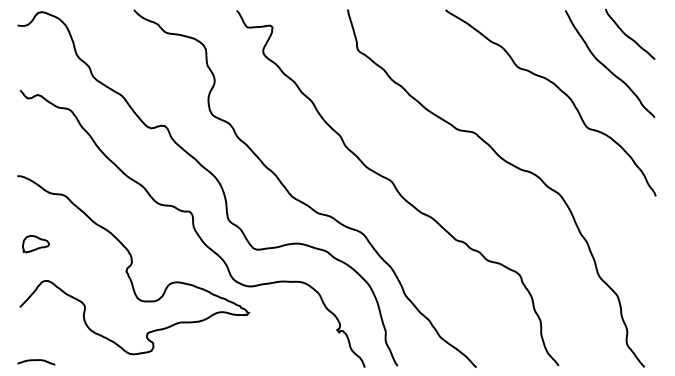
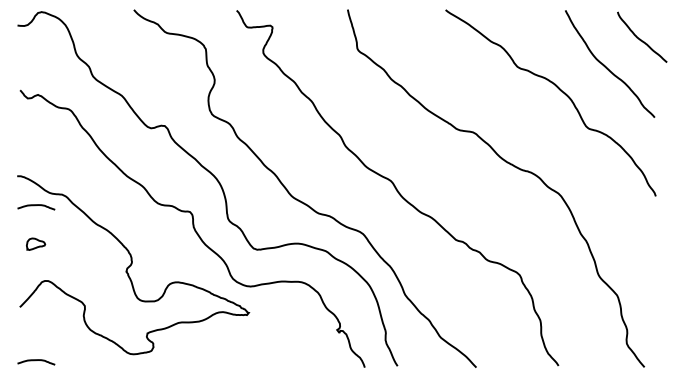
curve at (628, 35) position: (628, 35) -> (640, 38)
curve at (35, 206): none -> present
part at (35, 244) size: 28x19 px -> 21x14 px
